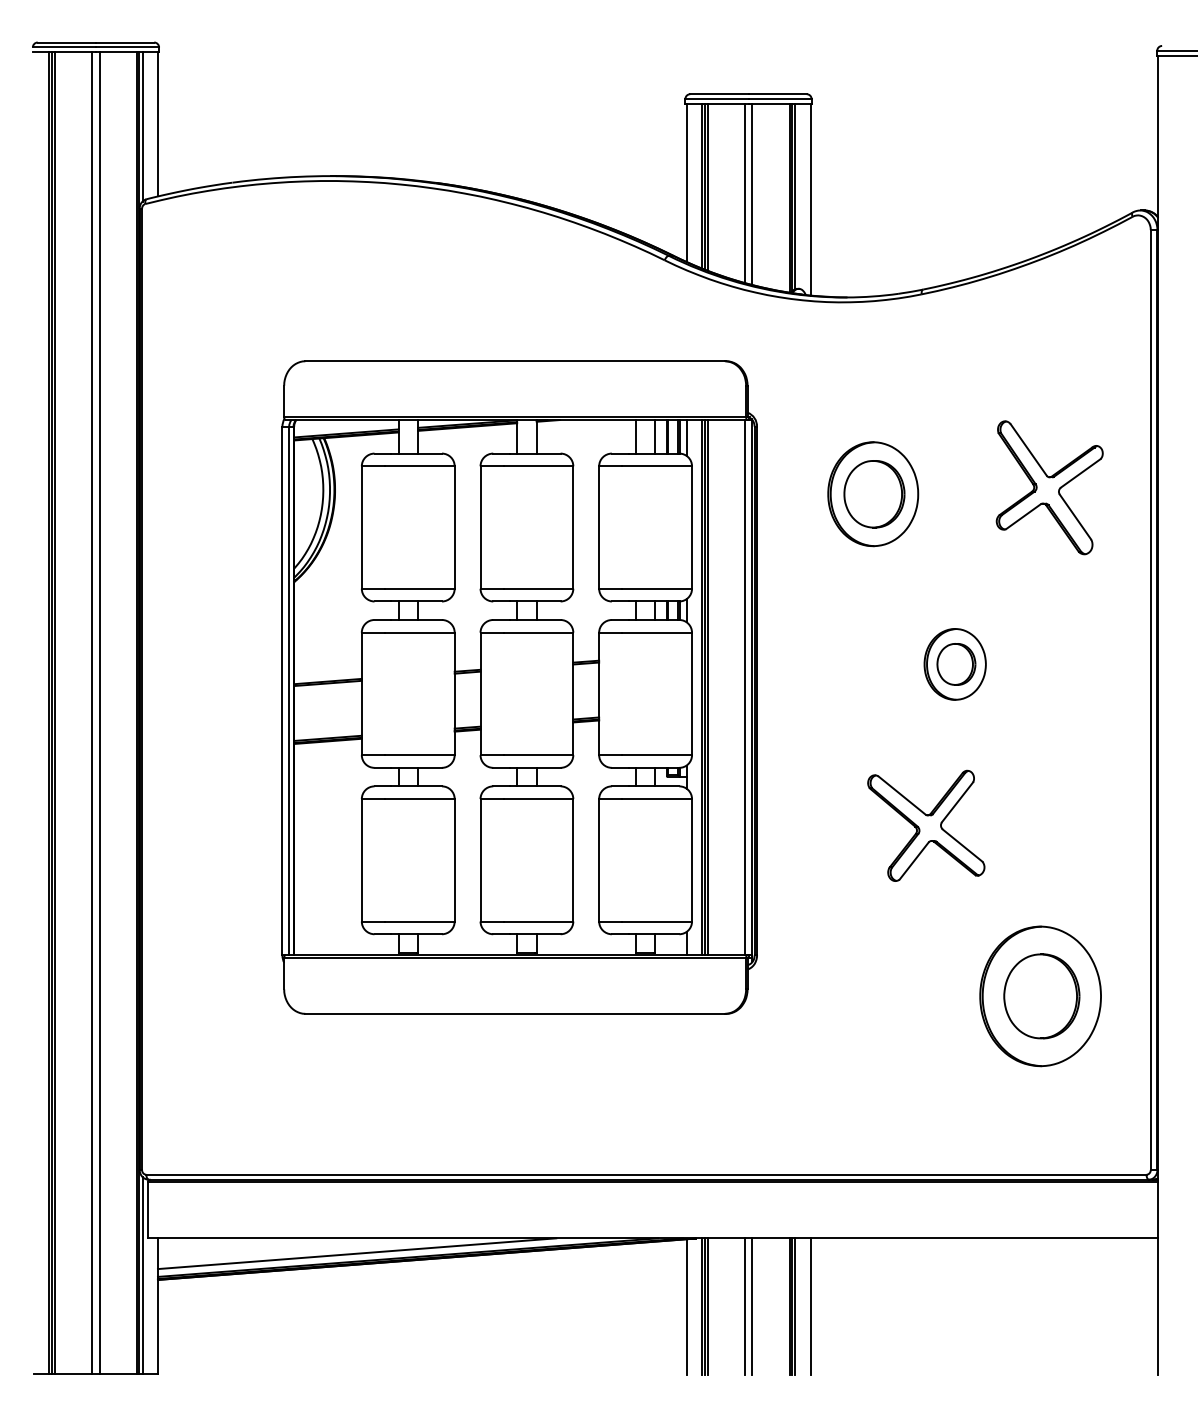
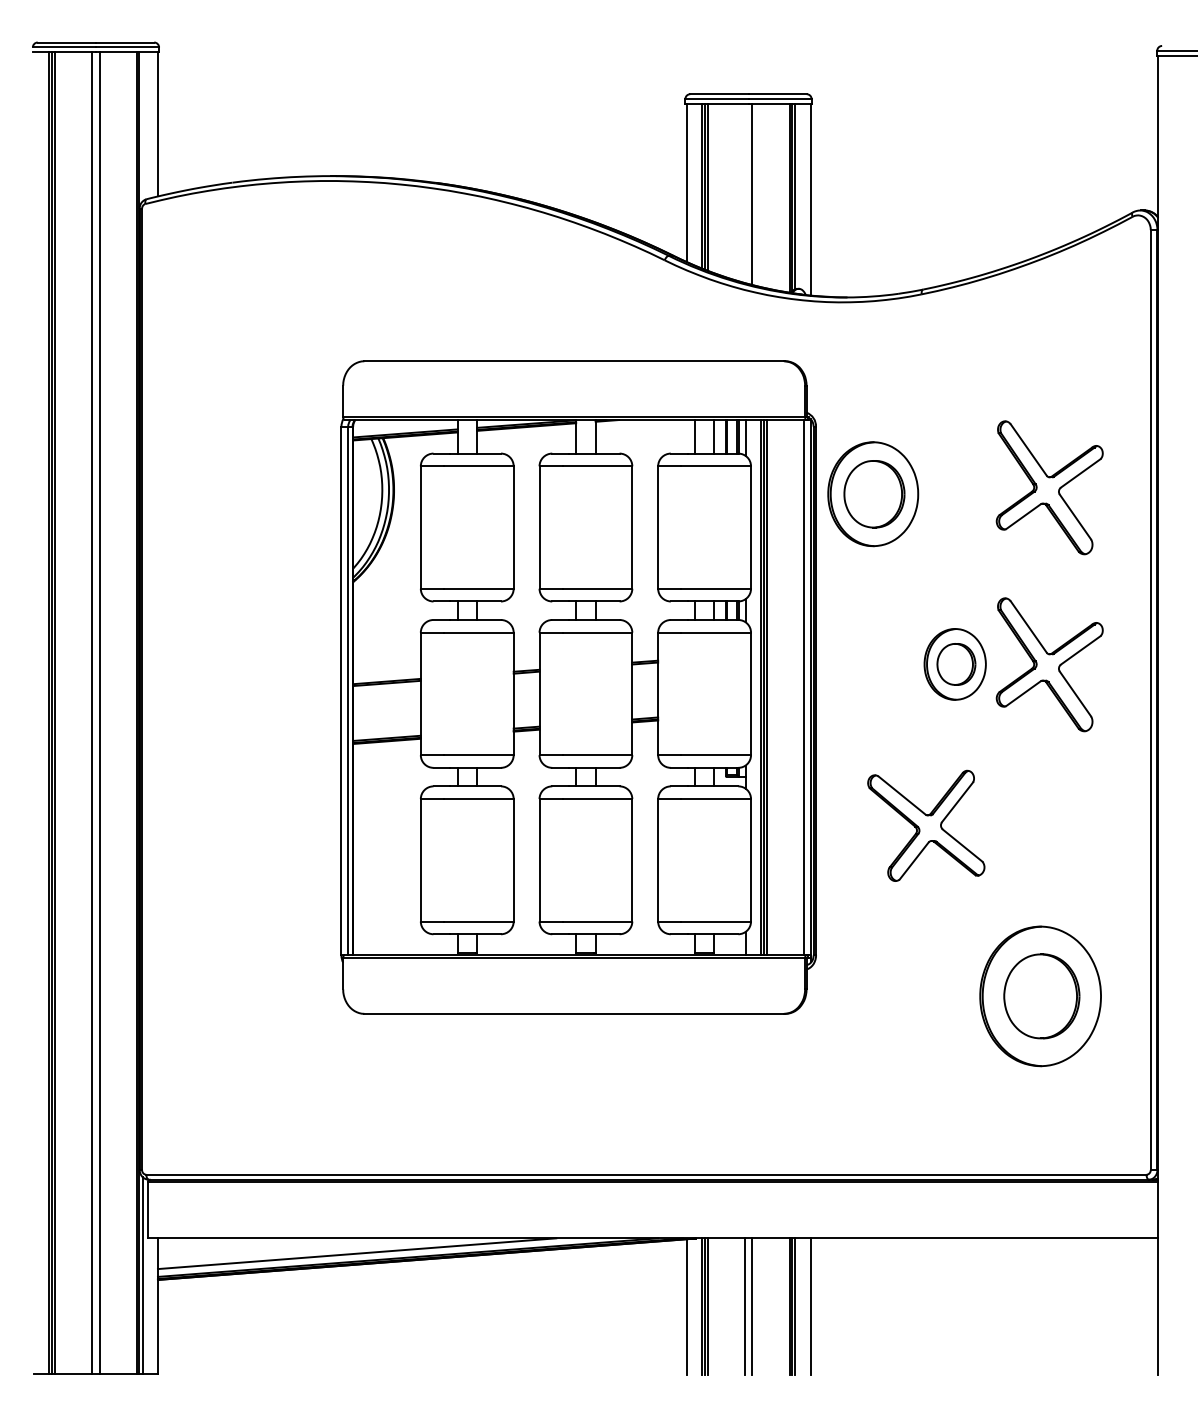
line at (142, 126): present -> none
line at (744, 193): present -> none
part at (1049, 664): none -> present
part at (519, 687) position: (519, 687) -> (578, 687)
